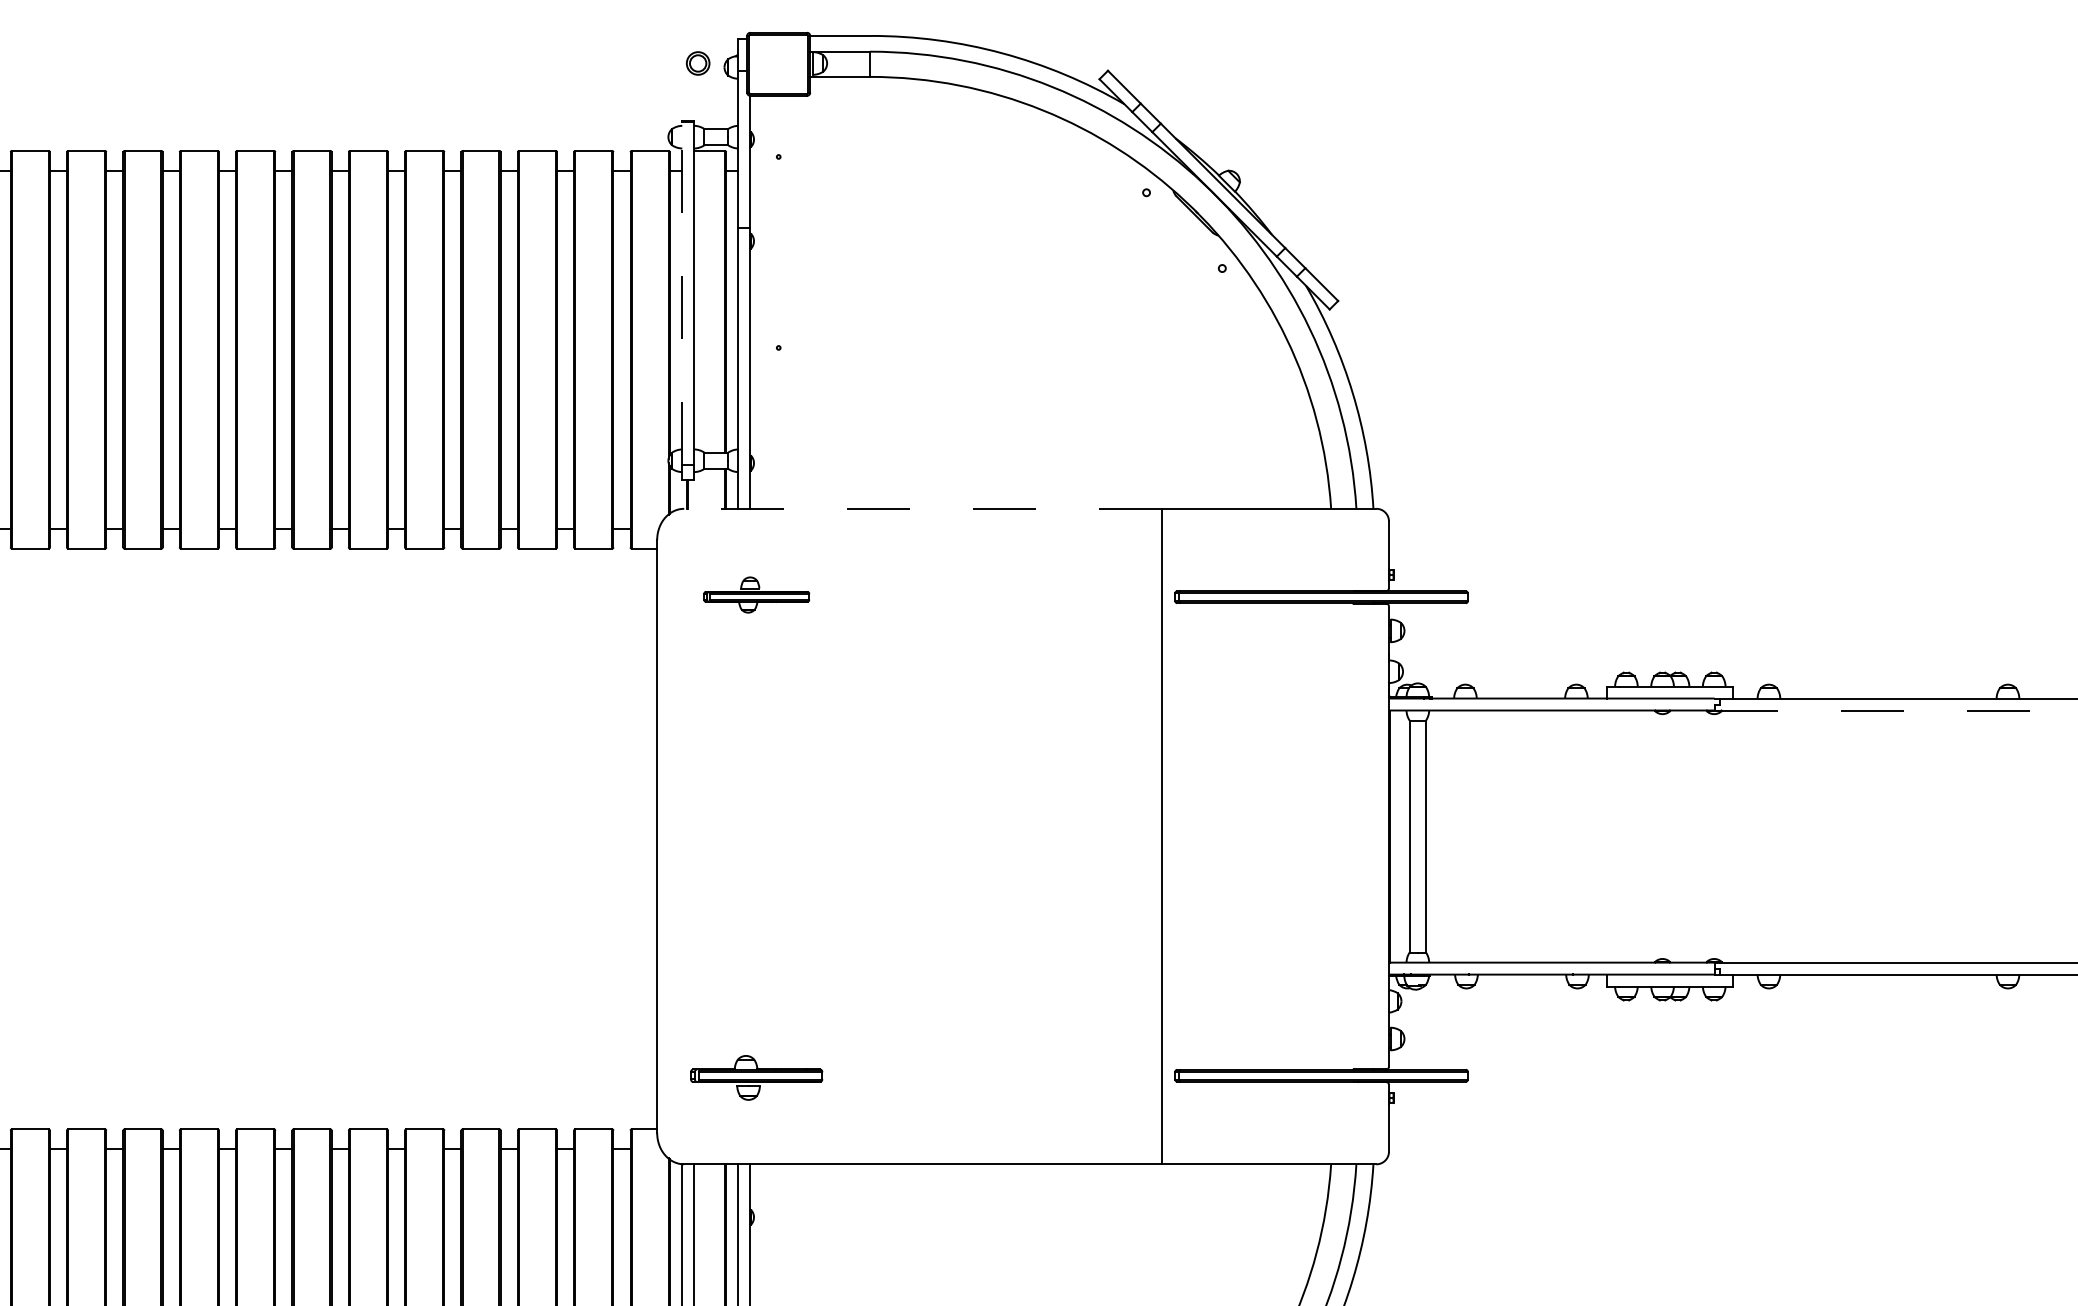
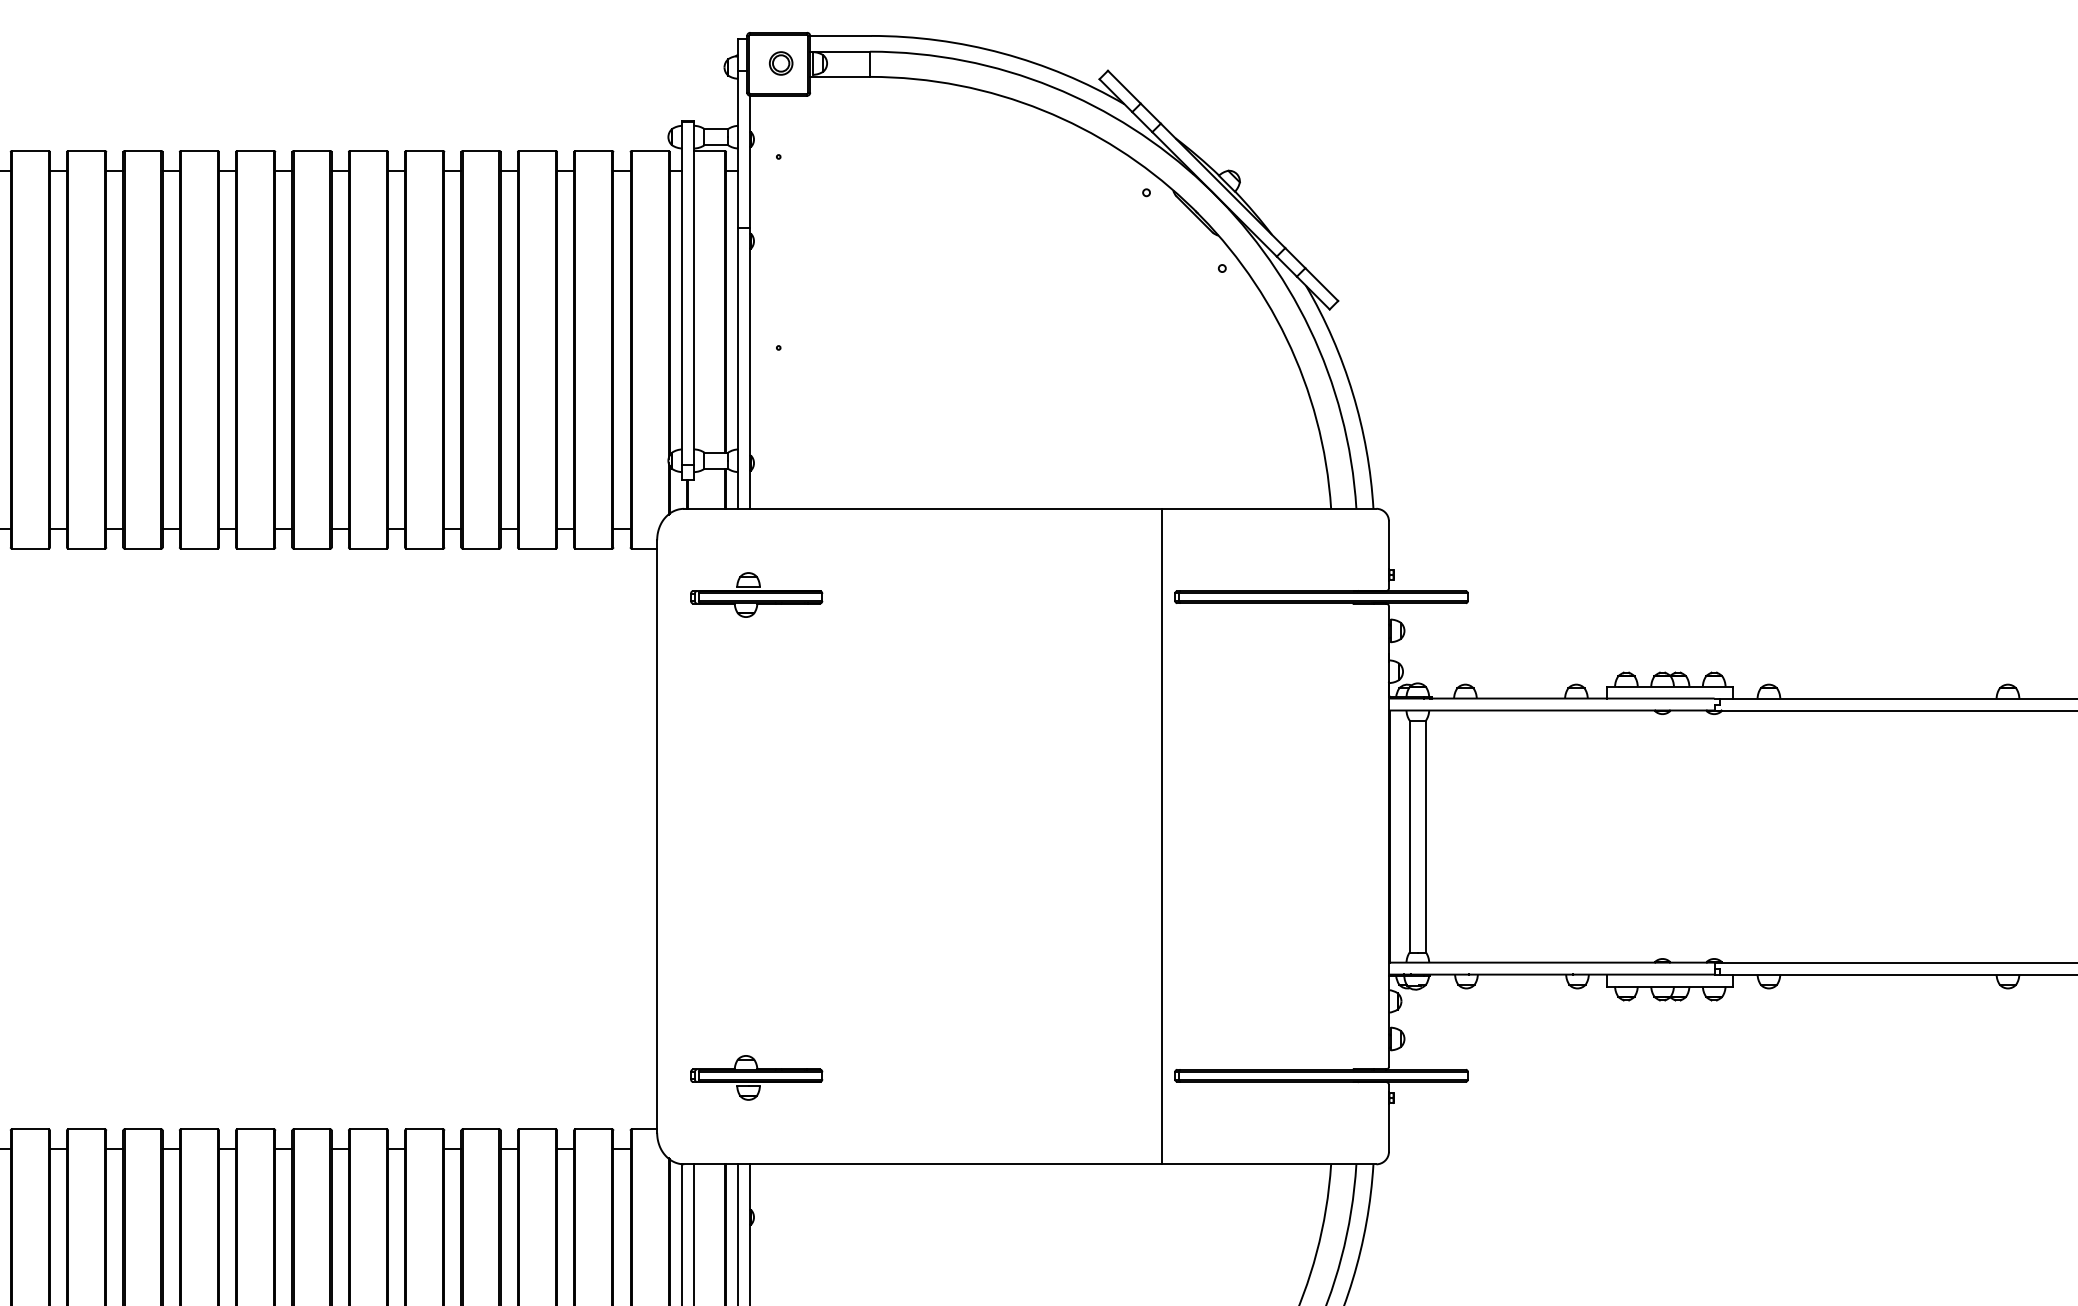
part at (698, 63) position: (698, 63) -> (781, 63)
line at (682, 292): dashed -> solid
line at (923, 508): dashed -> solid
part at (756, 594) size: 108x38 px -> 134x46 px
line at (1896, 710): dashed -> solid
